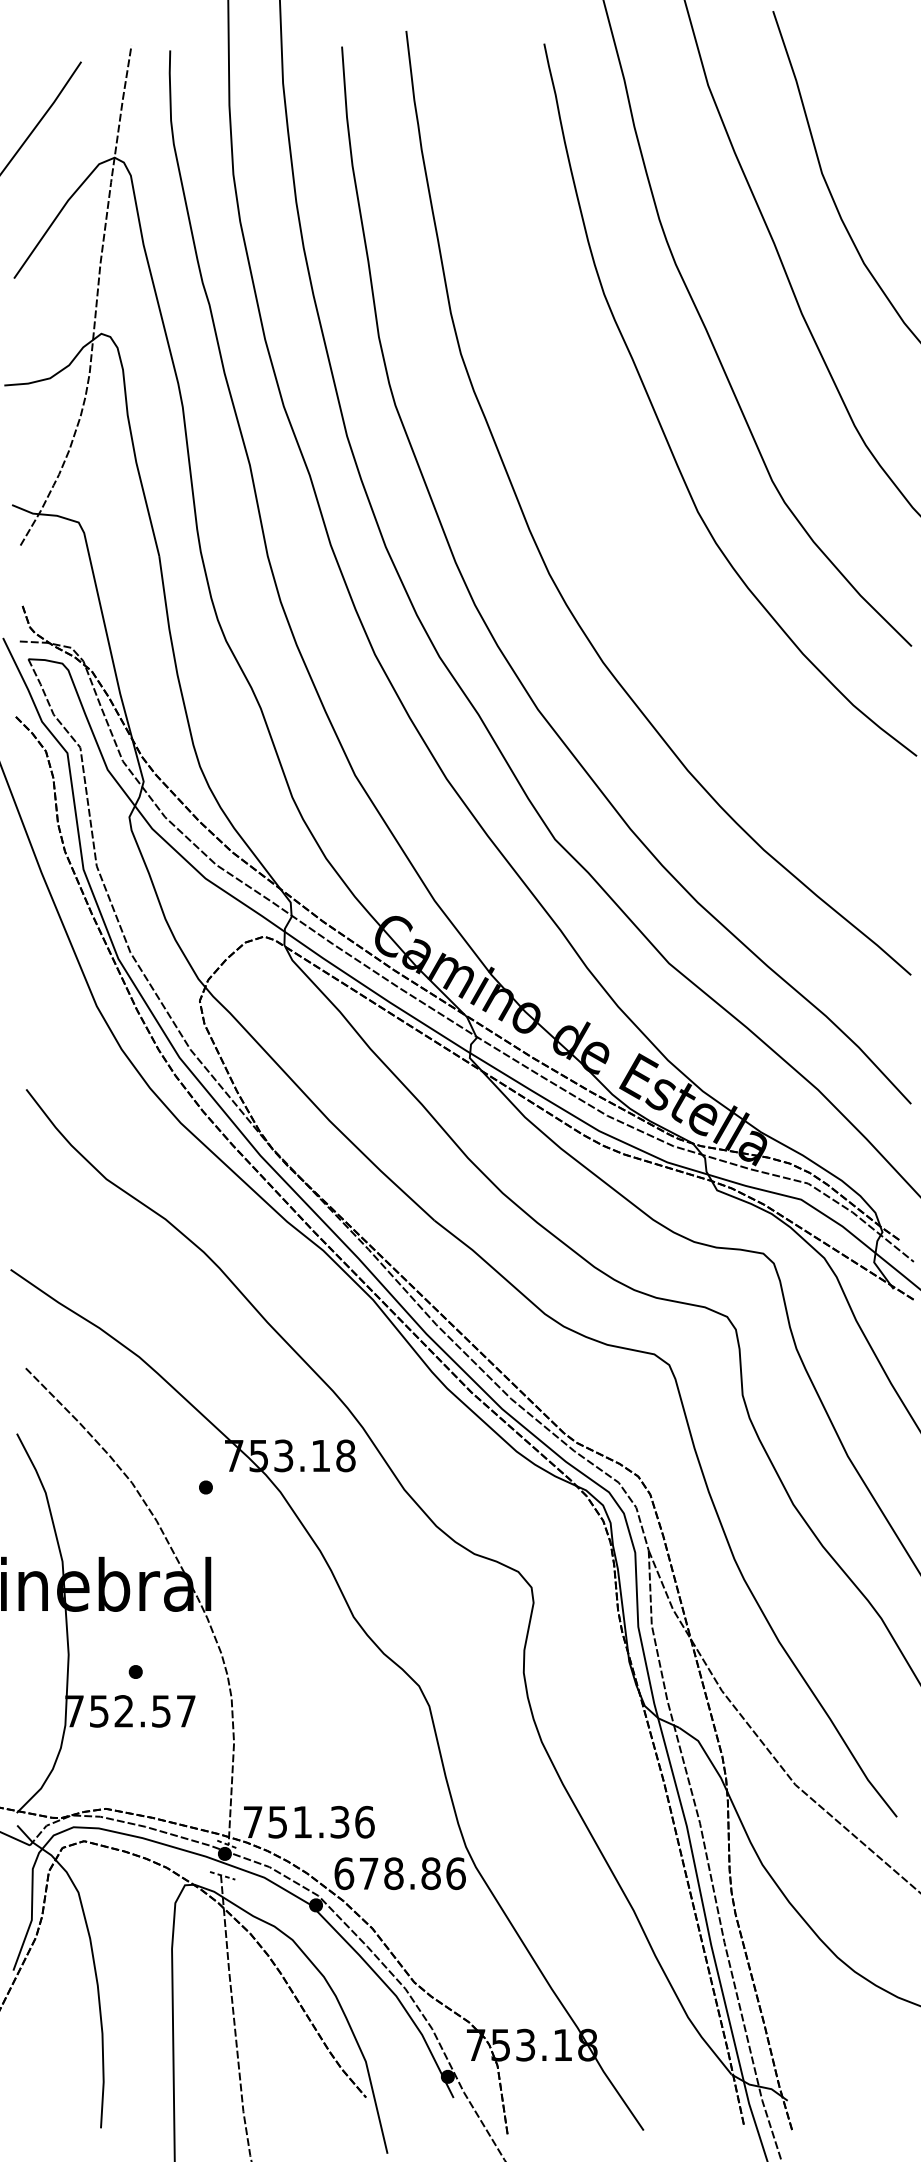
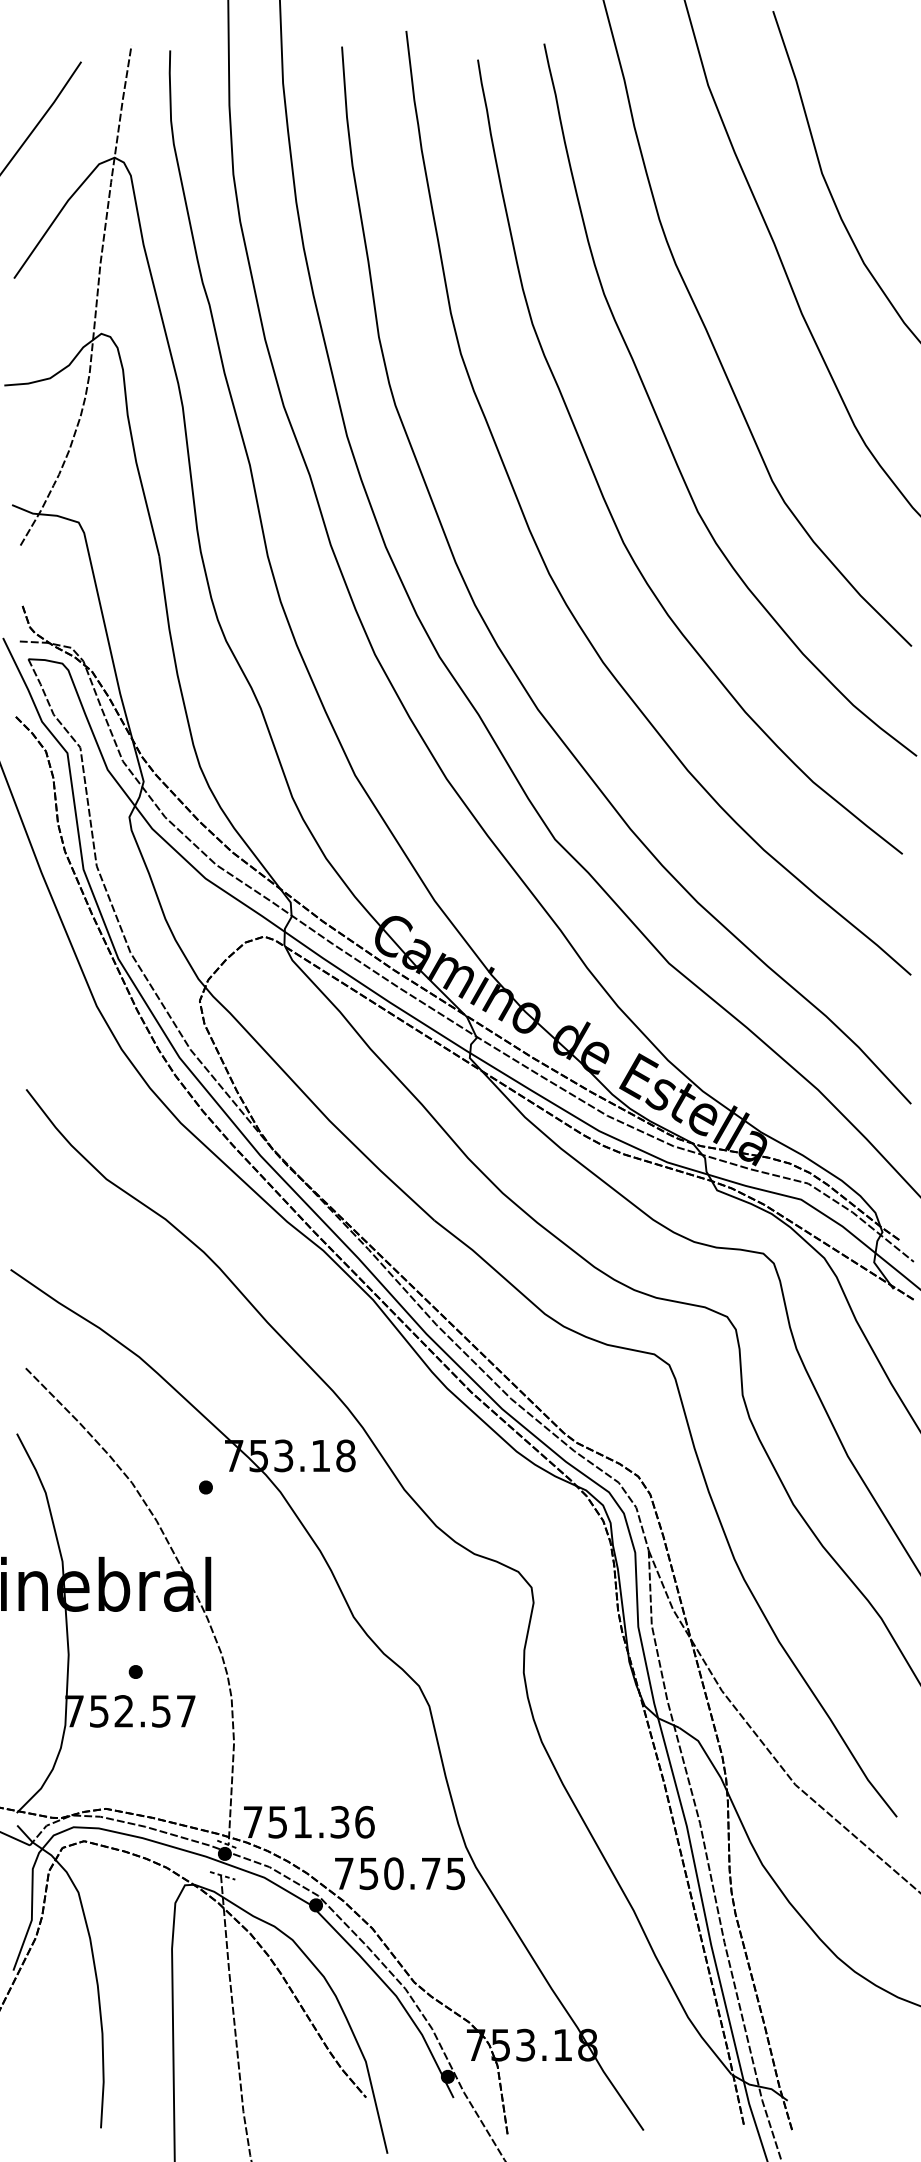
curve at (601, 489): none -> present
text at (399, 1873): 678.86 -> 750.75
